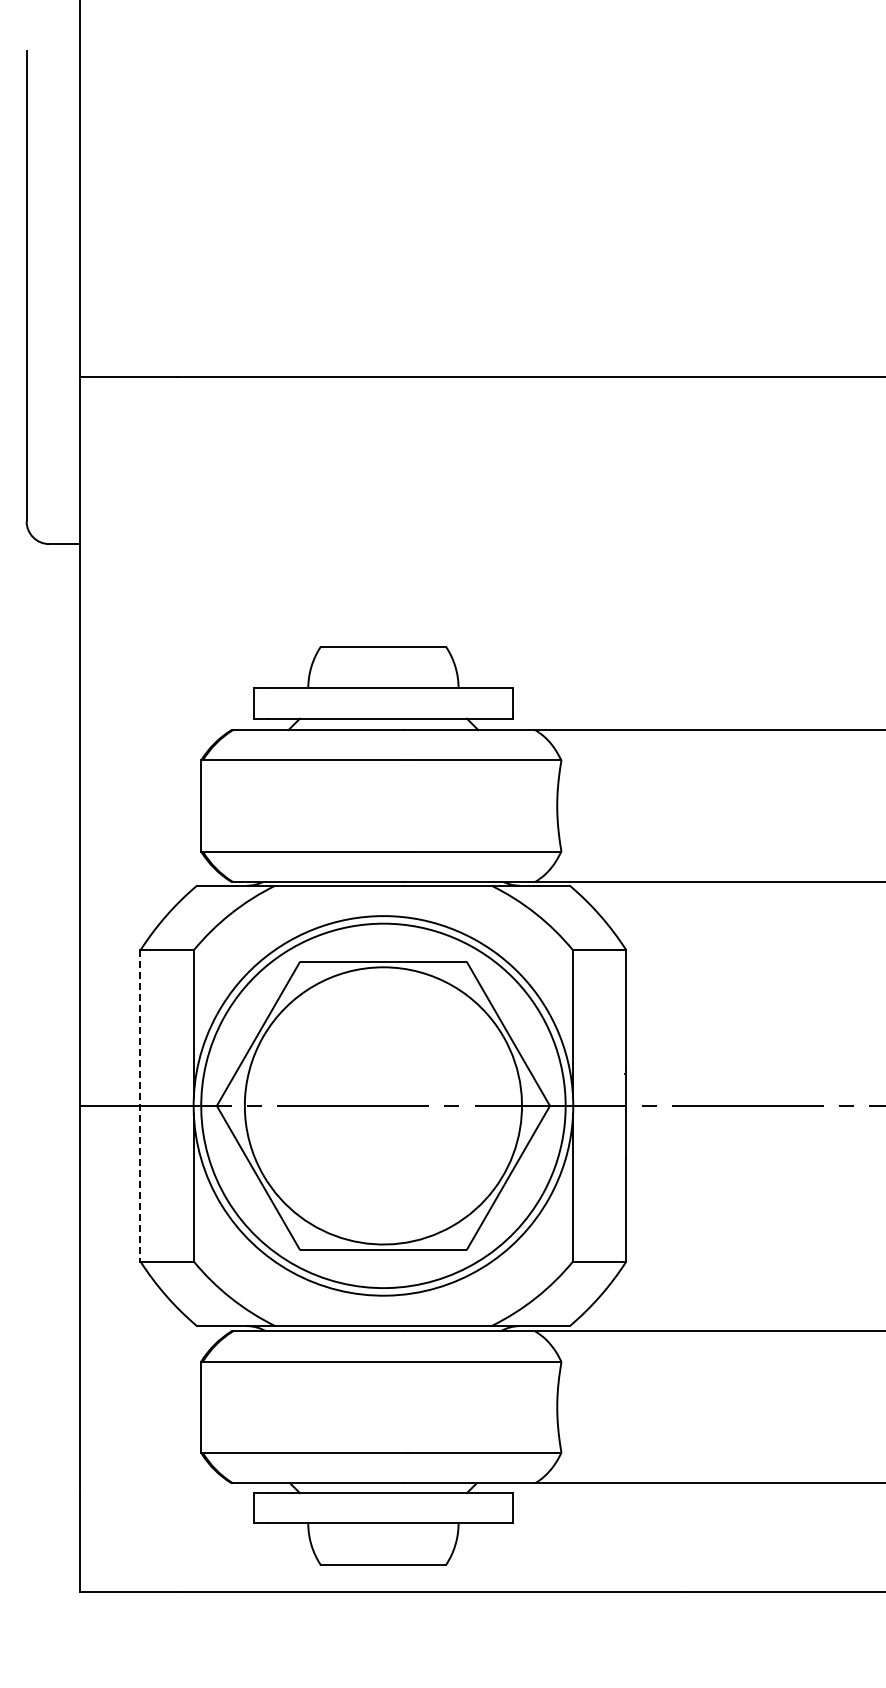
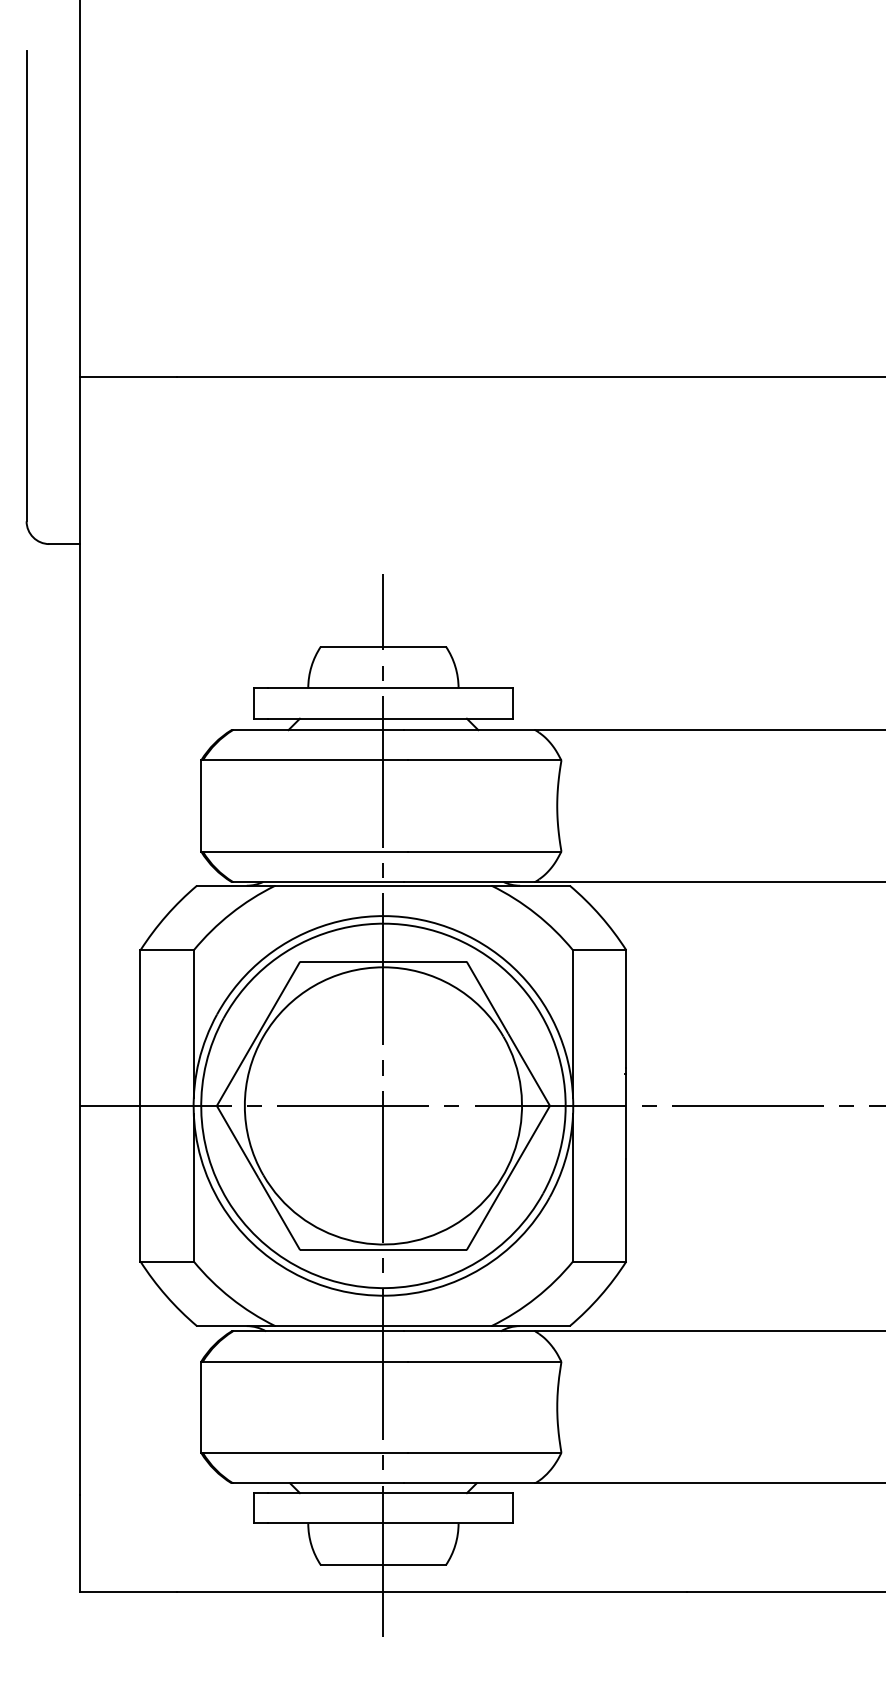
line at (140, 1105): dashed -> solid
line at (383, 1105): none -> present
